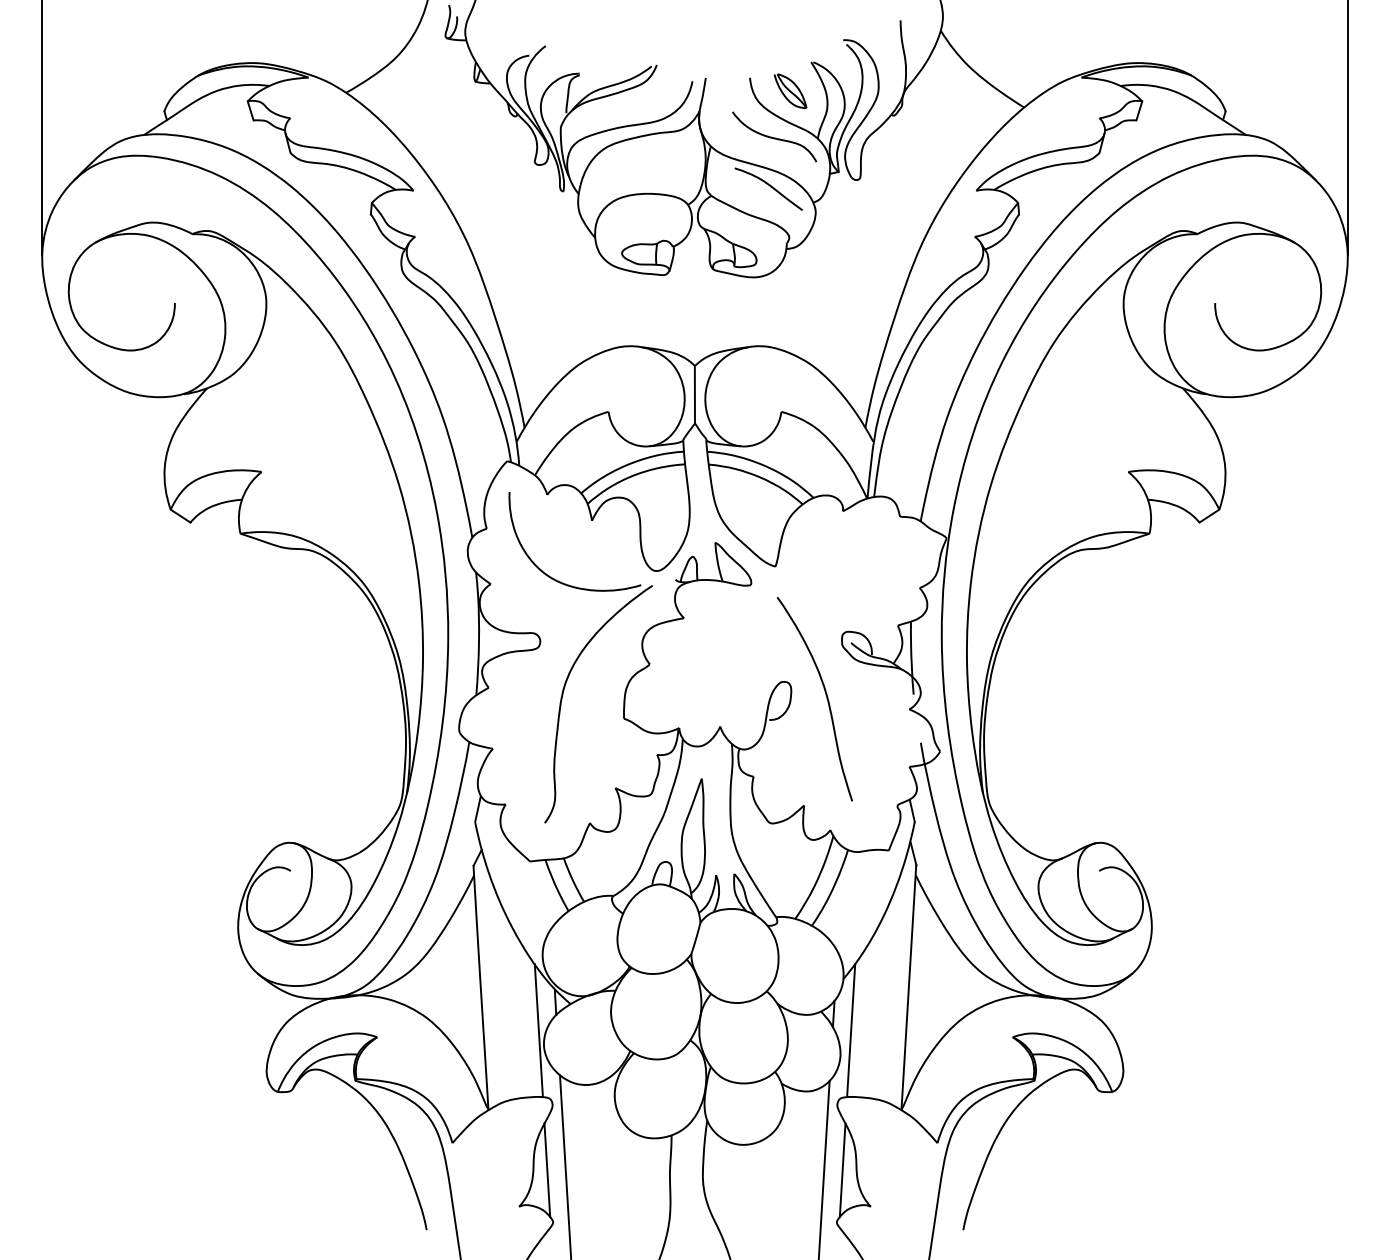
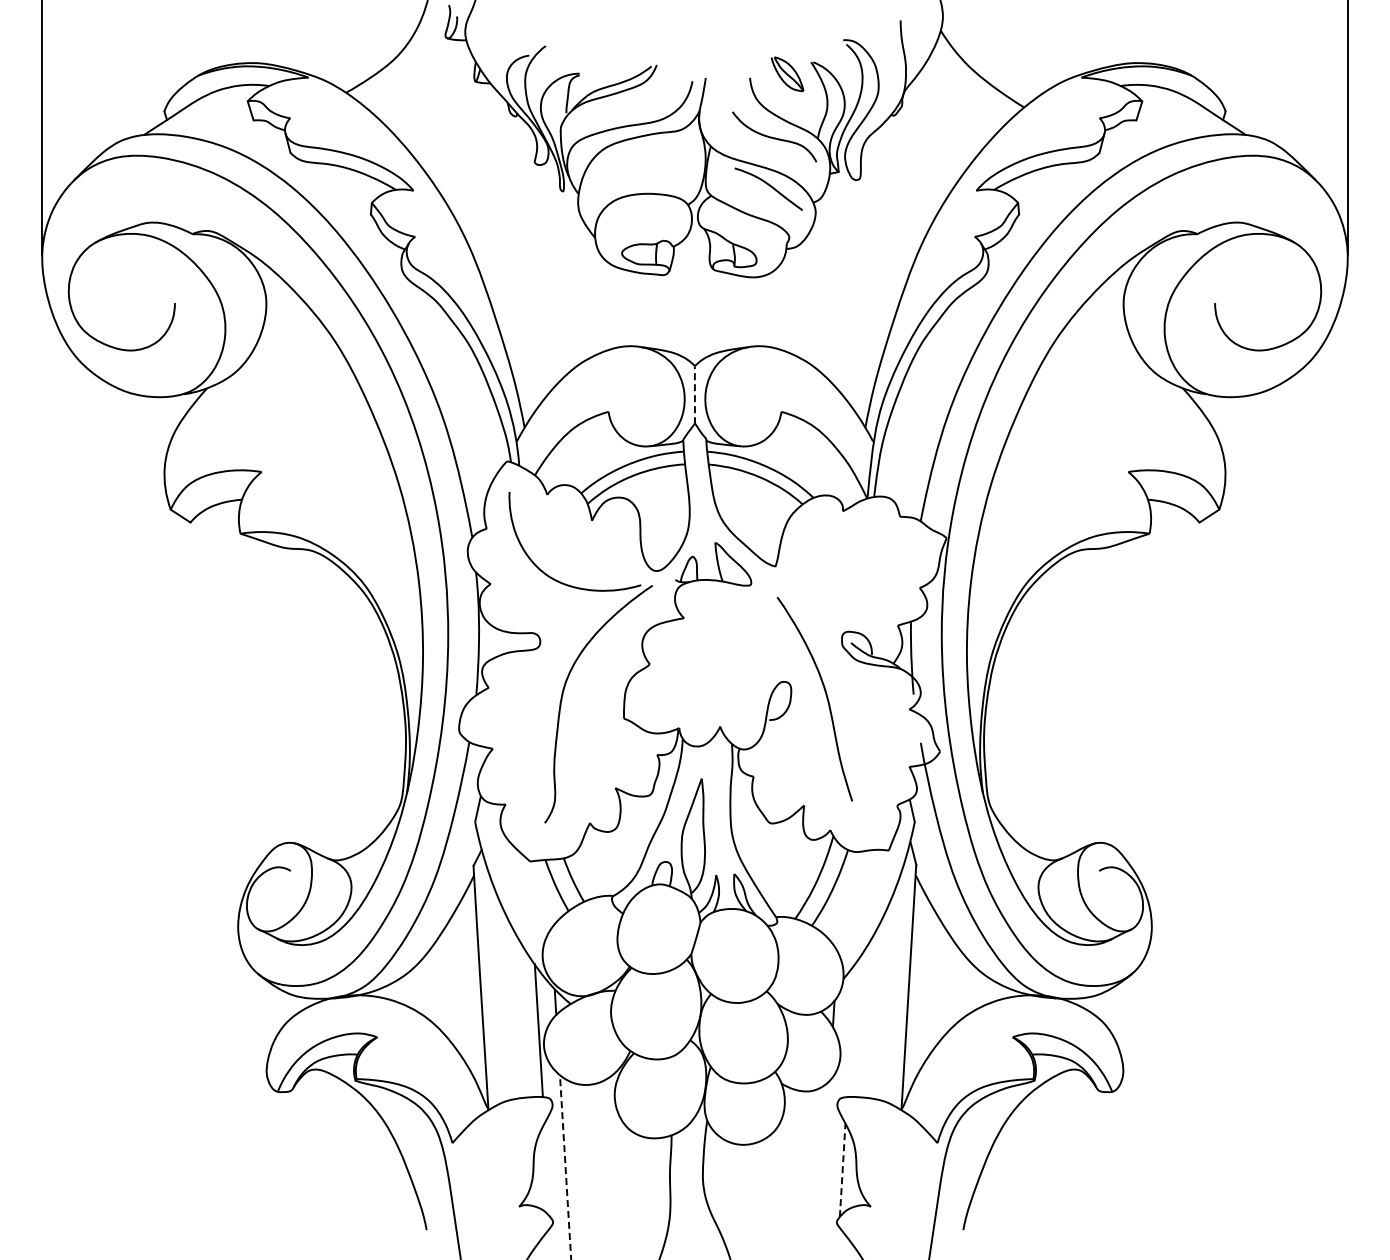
part at (790, 91) position: (790, 91) -> (787, 74)
line at (694, 395): solid -> dashed
line at (851, 1030): present -> none
line at (565, 1167): solid -> dashed
line at (823, 1168): present -> none
line at (547, 1169): present -> none
line at (842, 1170): solid -> dashed
